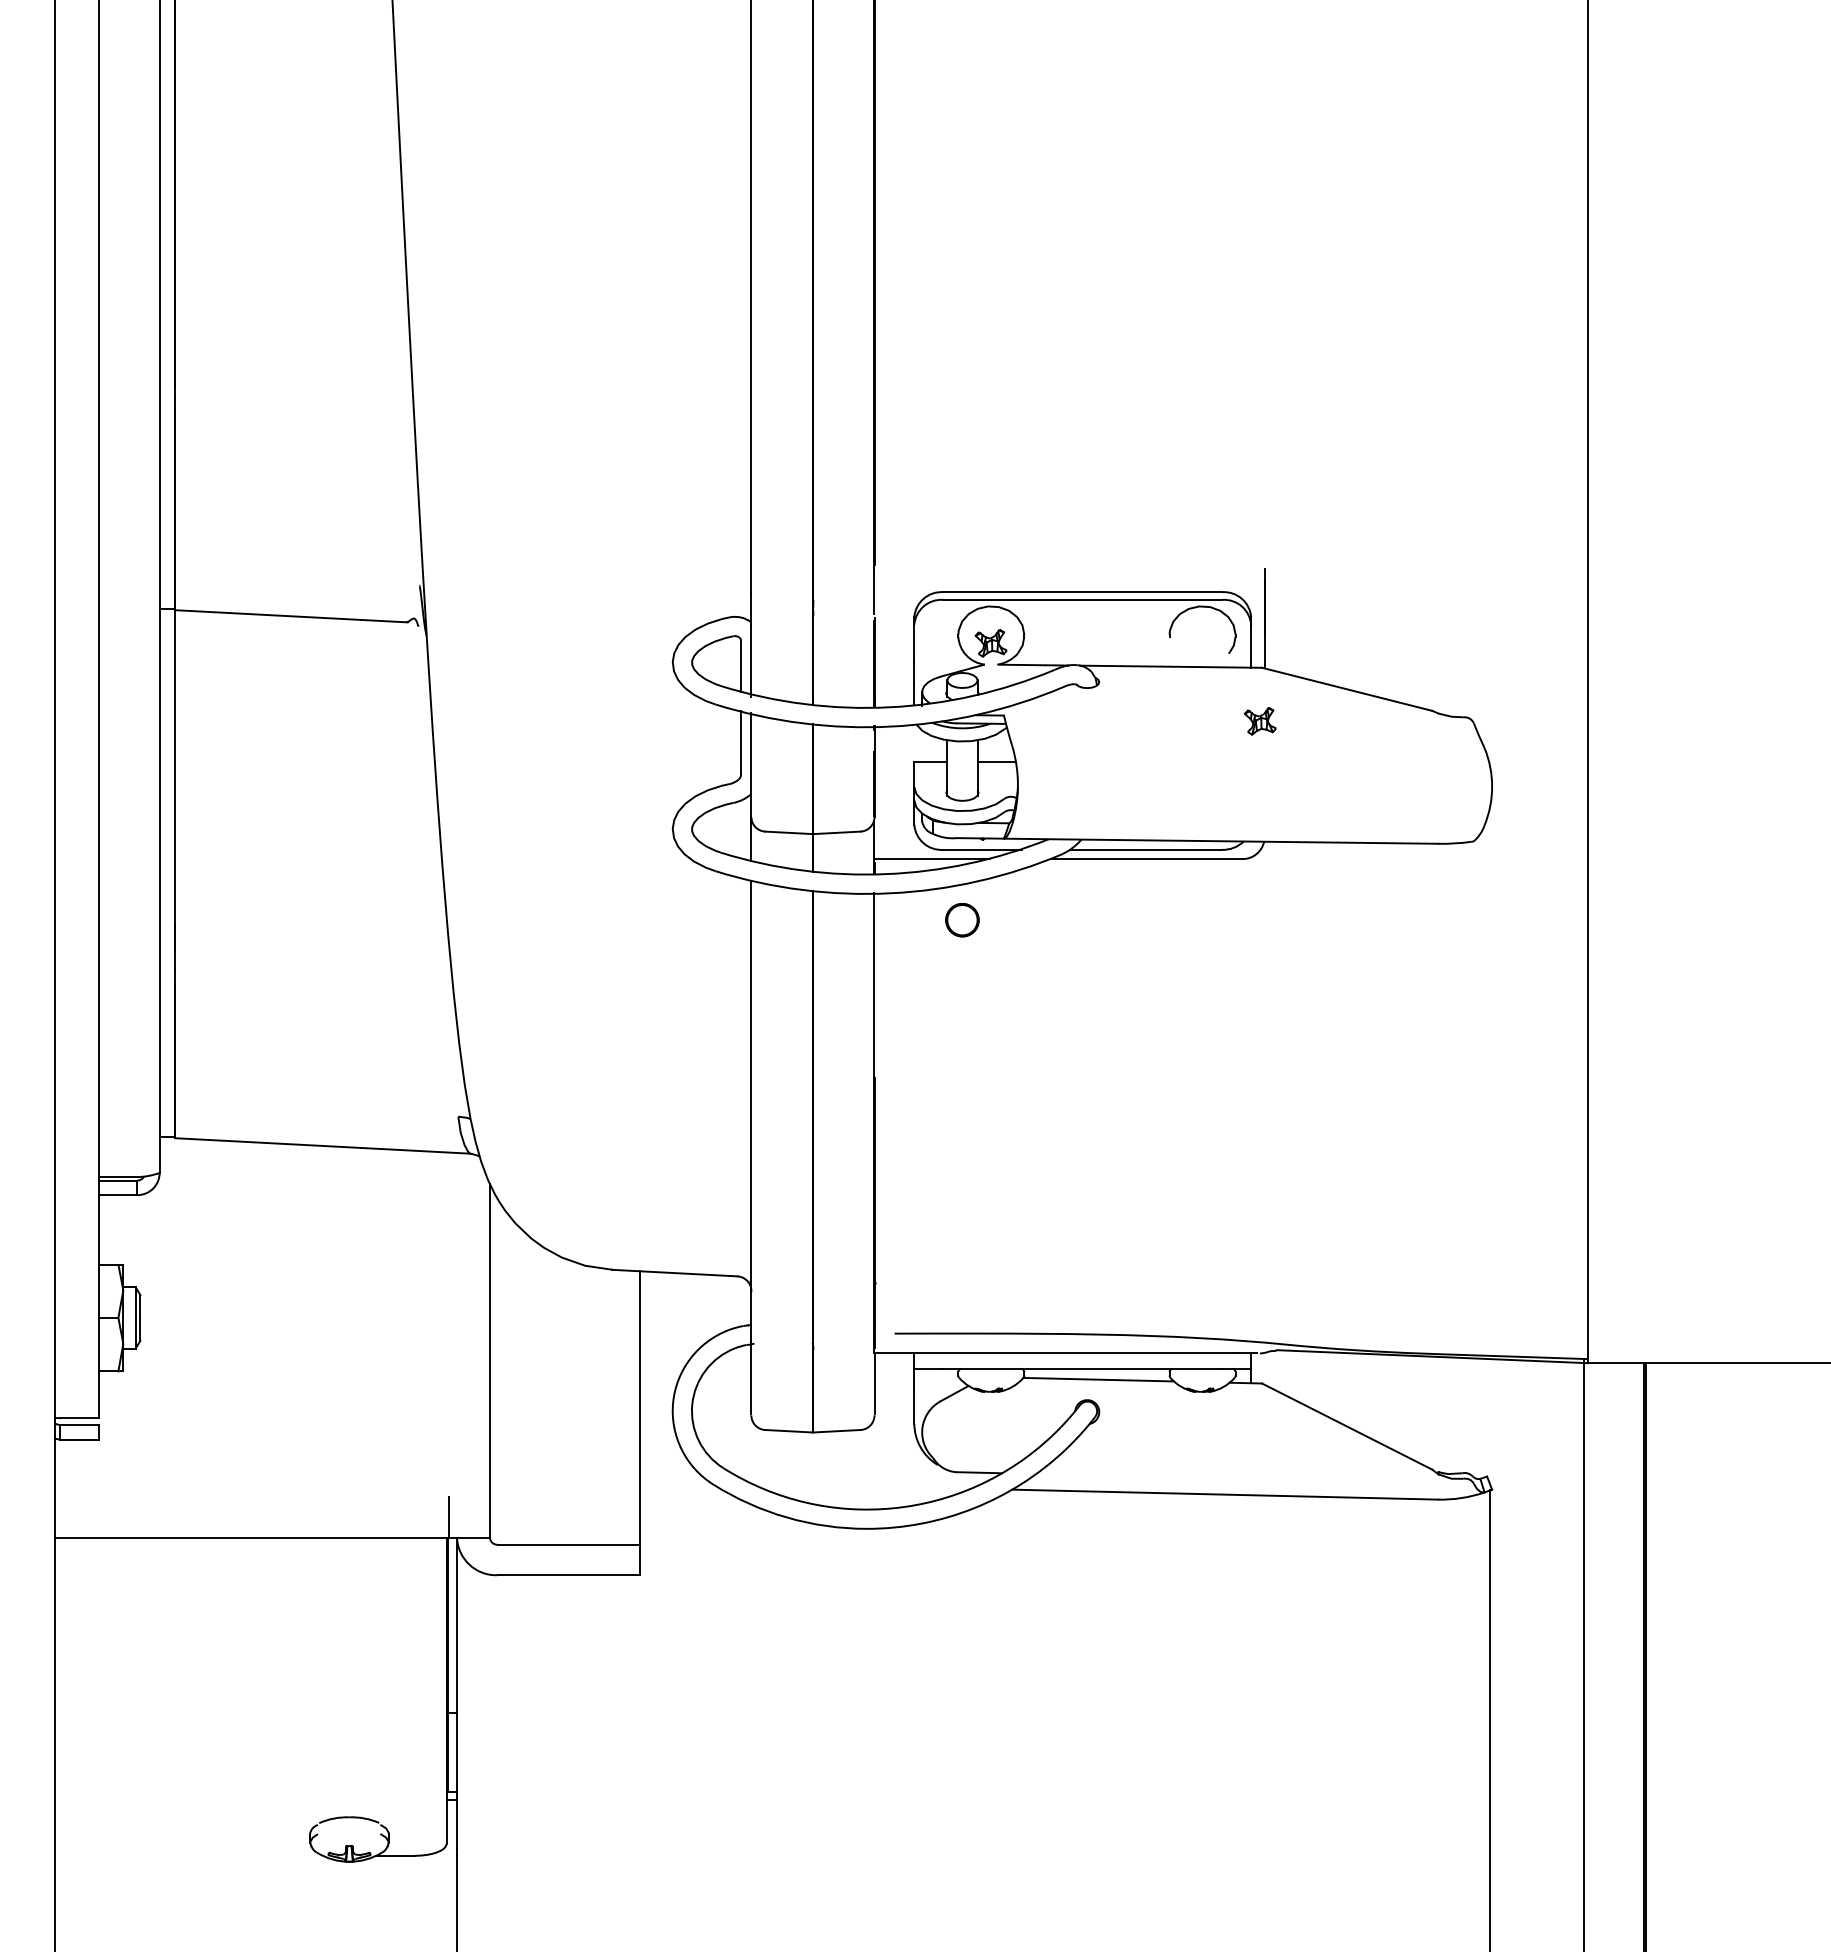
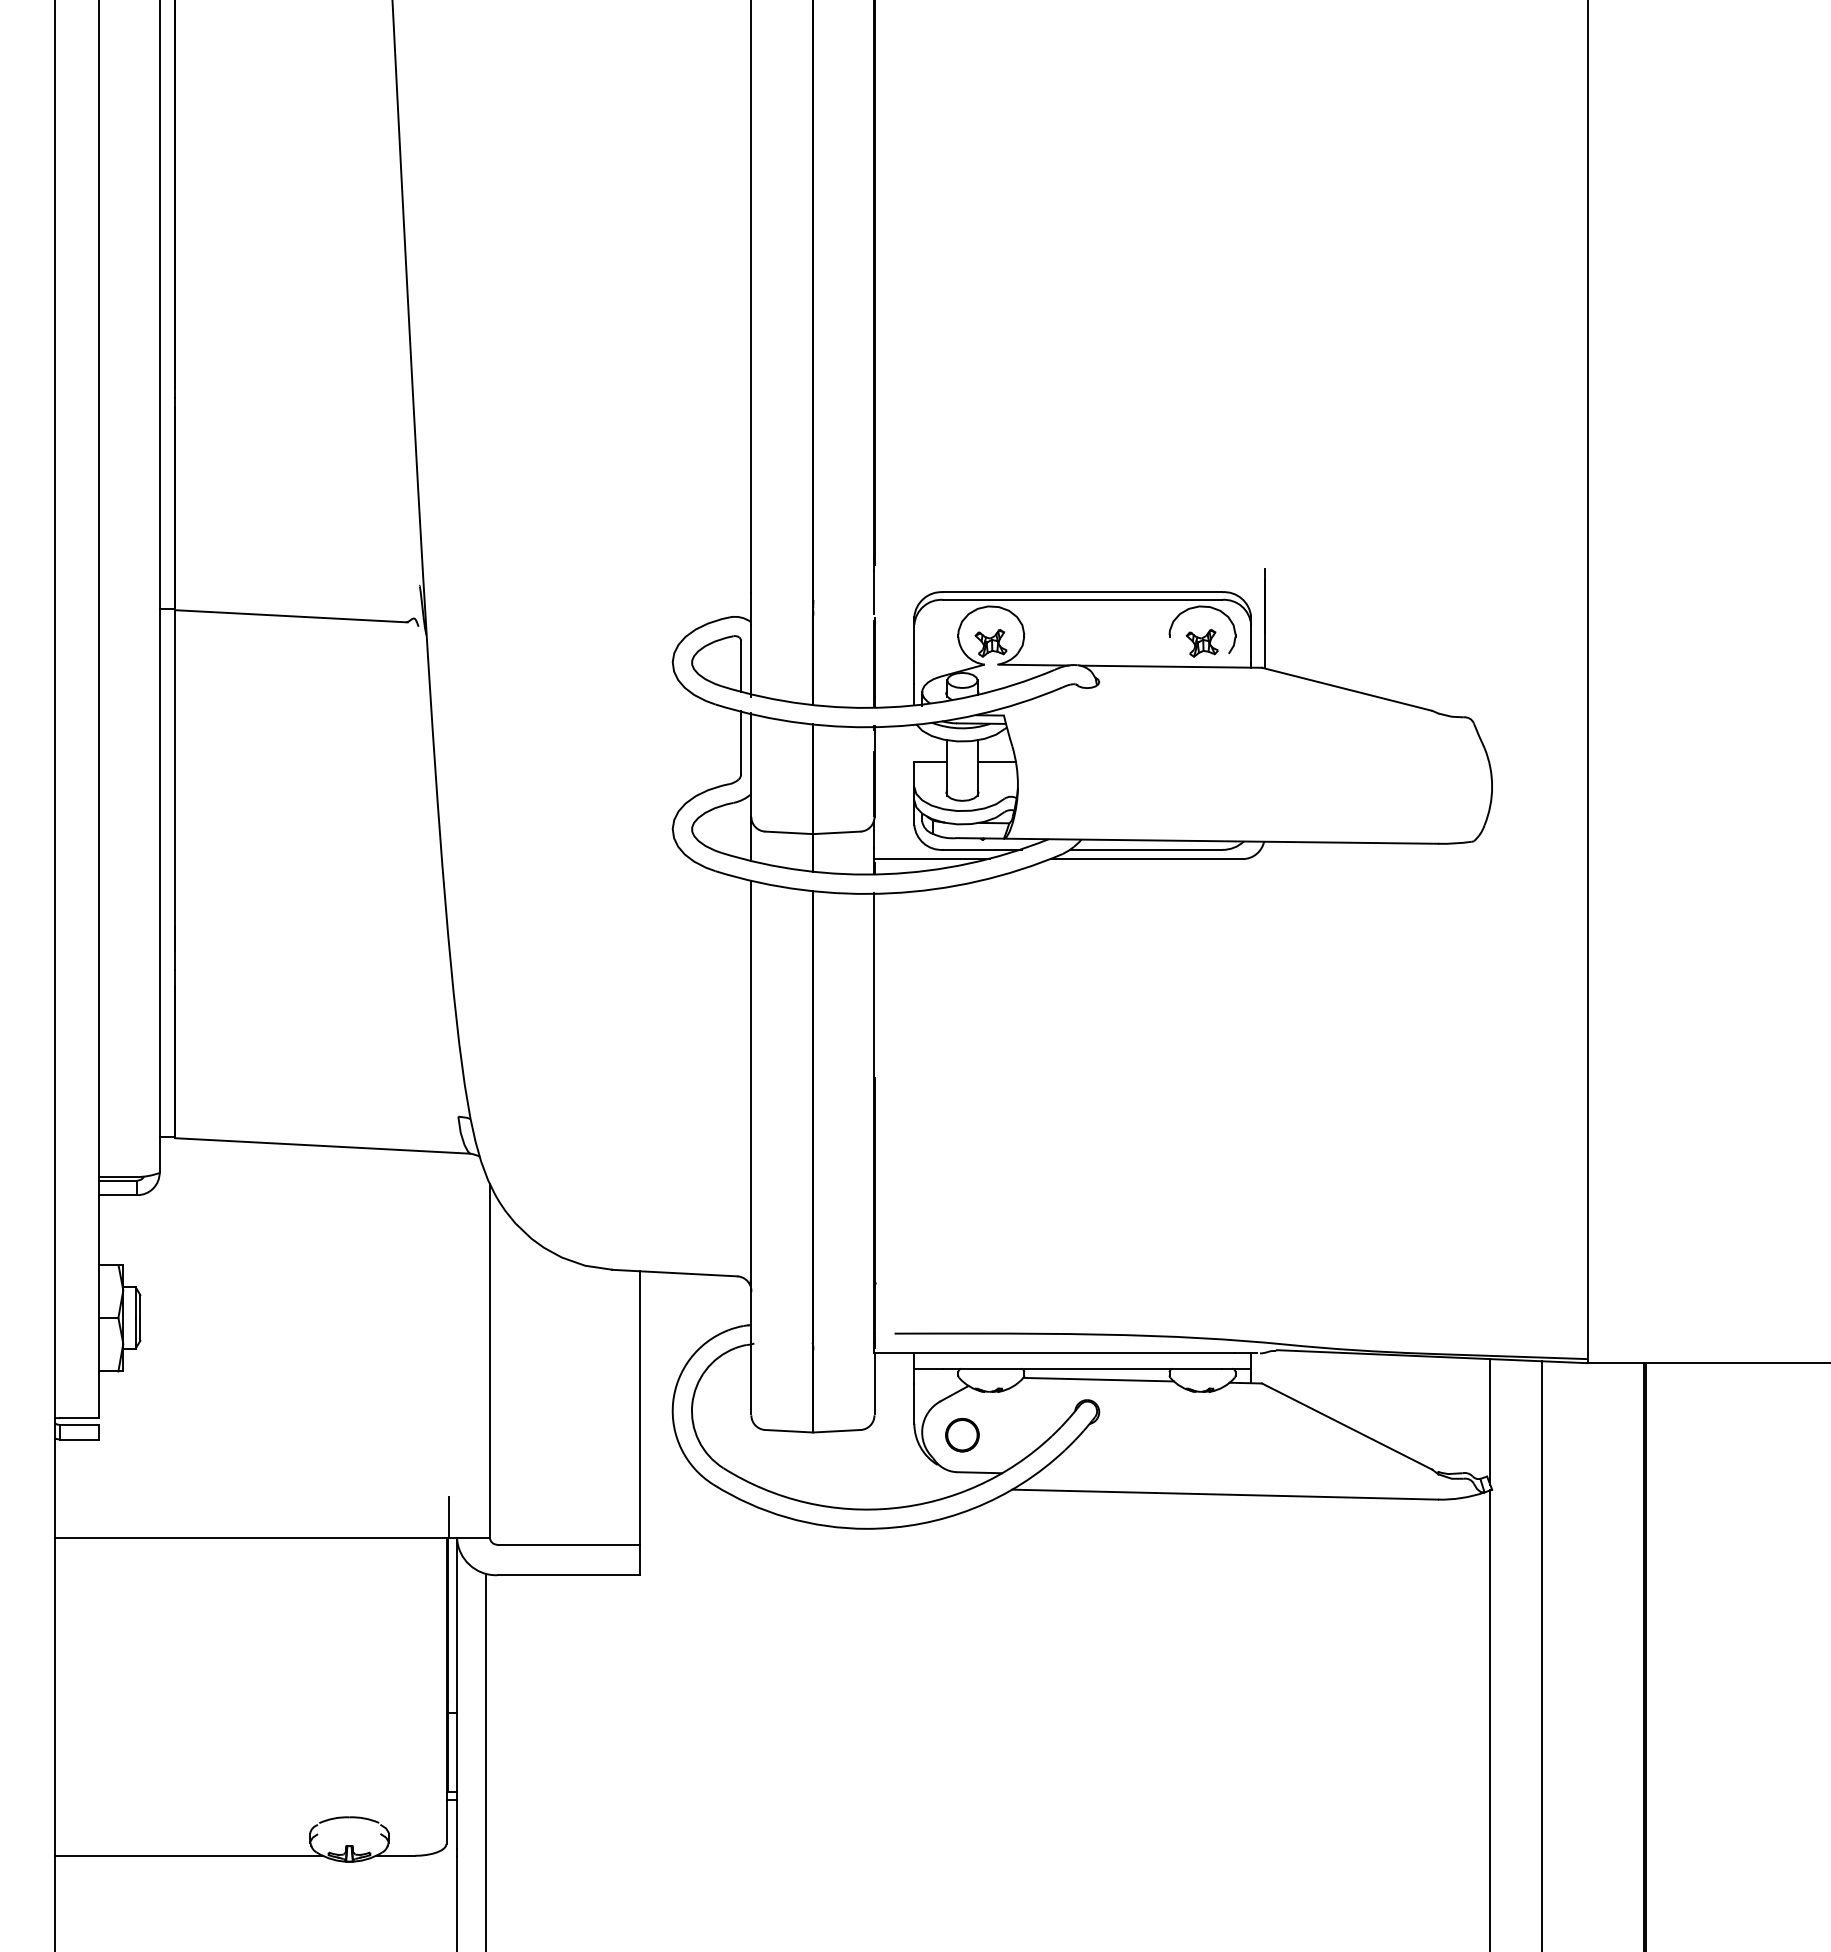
part at (1259, 721) position: (1259, 721) -> (1201, 643)
circle at (962, 920) position: (962, 920) -> (962, 1435)
line at (1490, 1422): none -> present
line at (1584, 1654) position: (1584, 1654) -> (1542, 1654)
line at (485, 1760): none -> present
line at (188, 1855): none -> present
